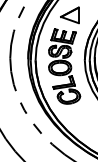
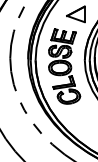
part at (69, 15) position: (69, 15) -> (75, 14)
